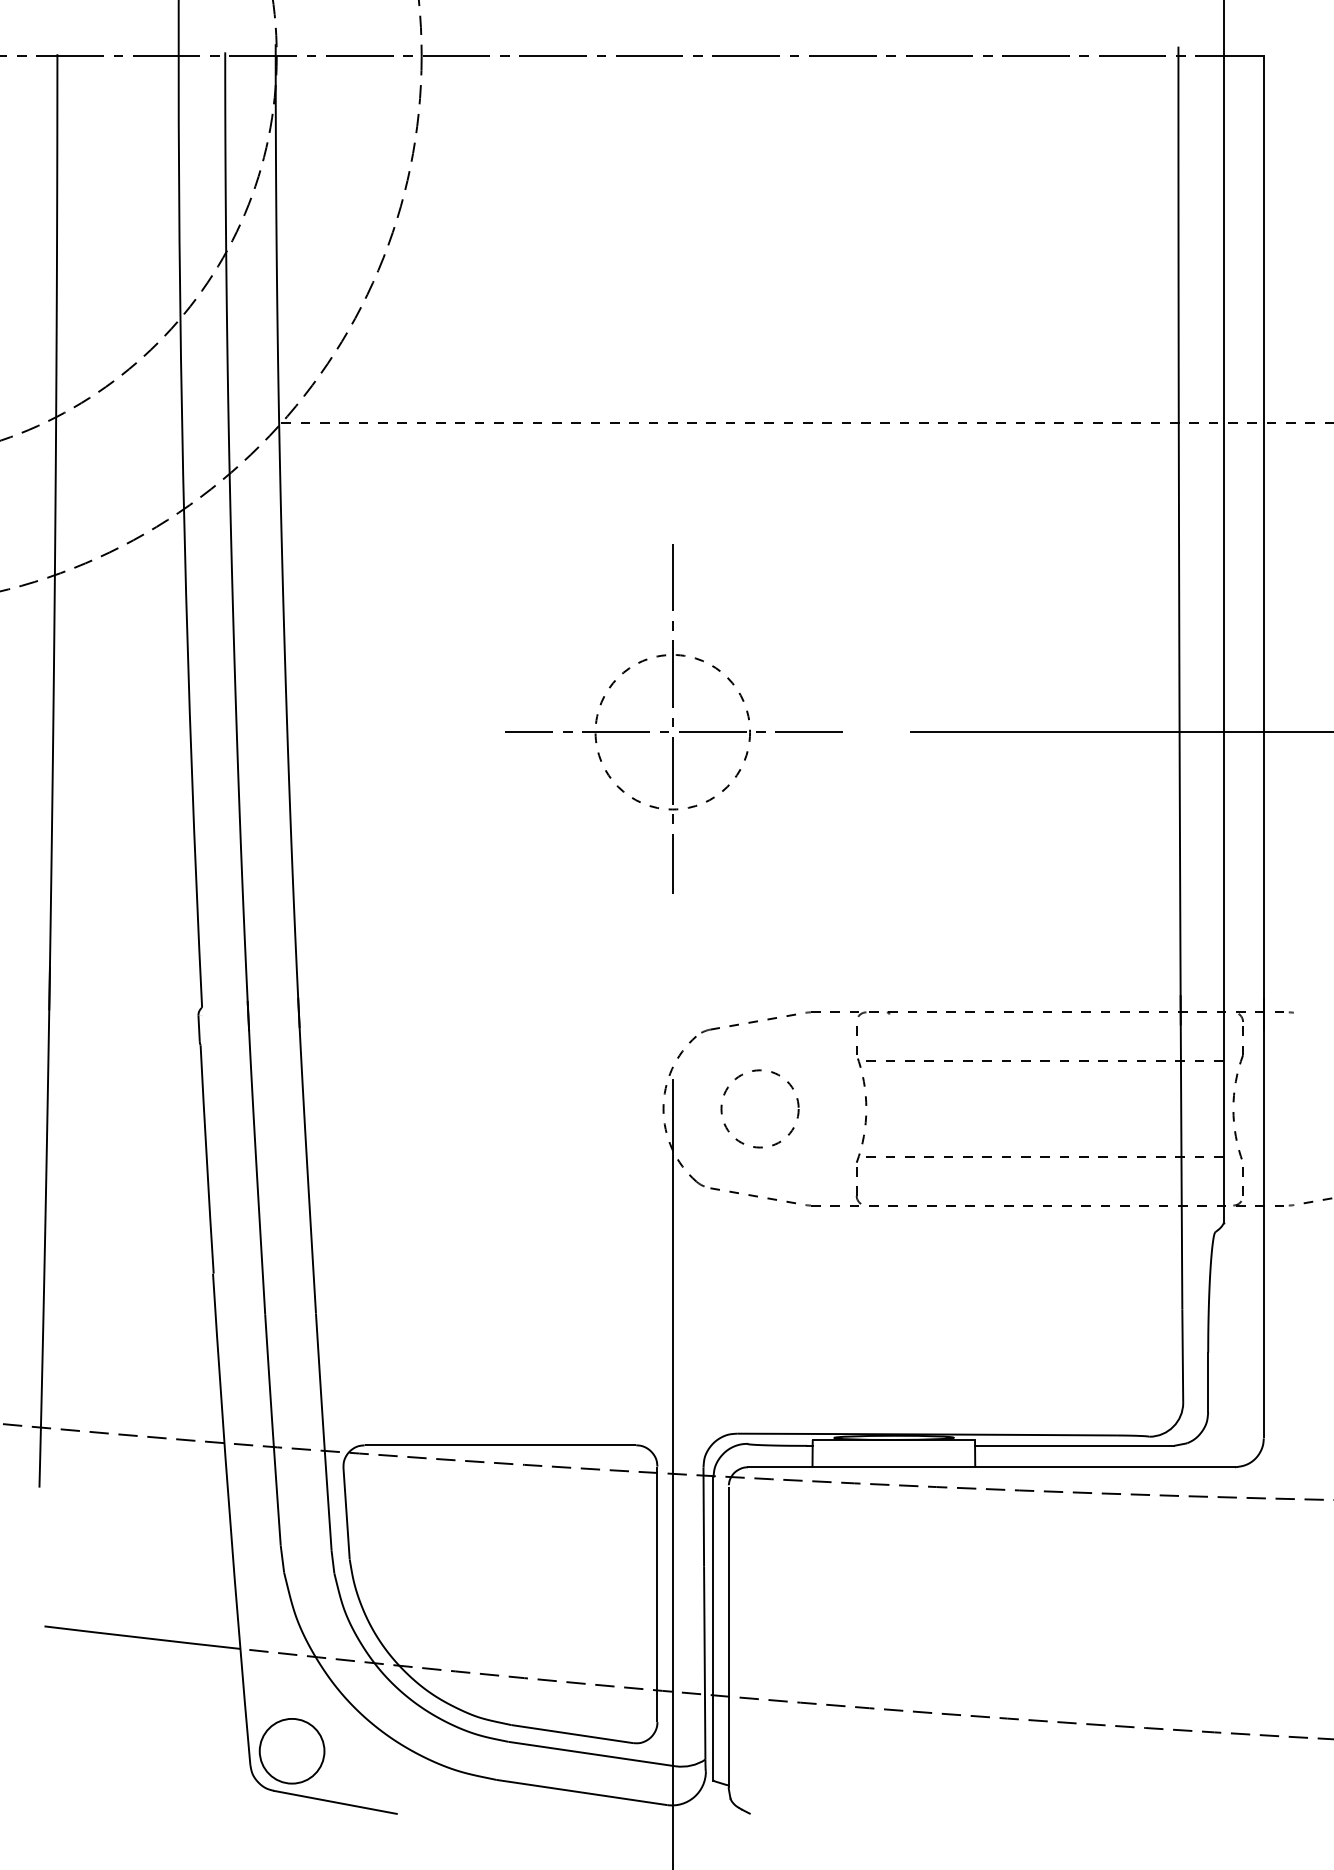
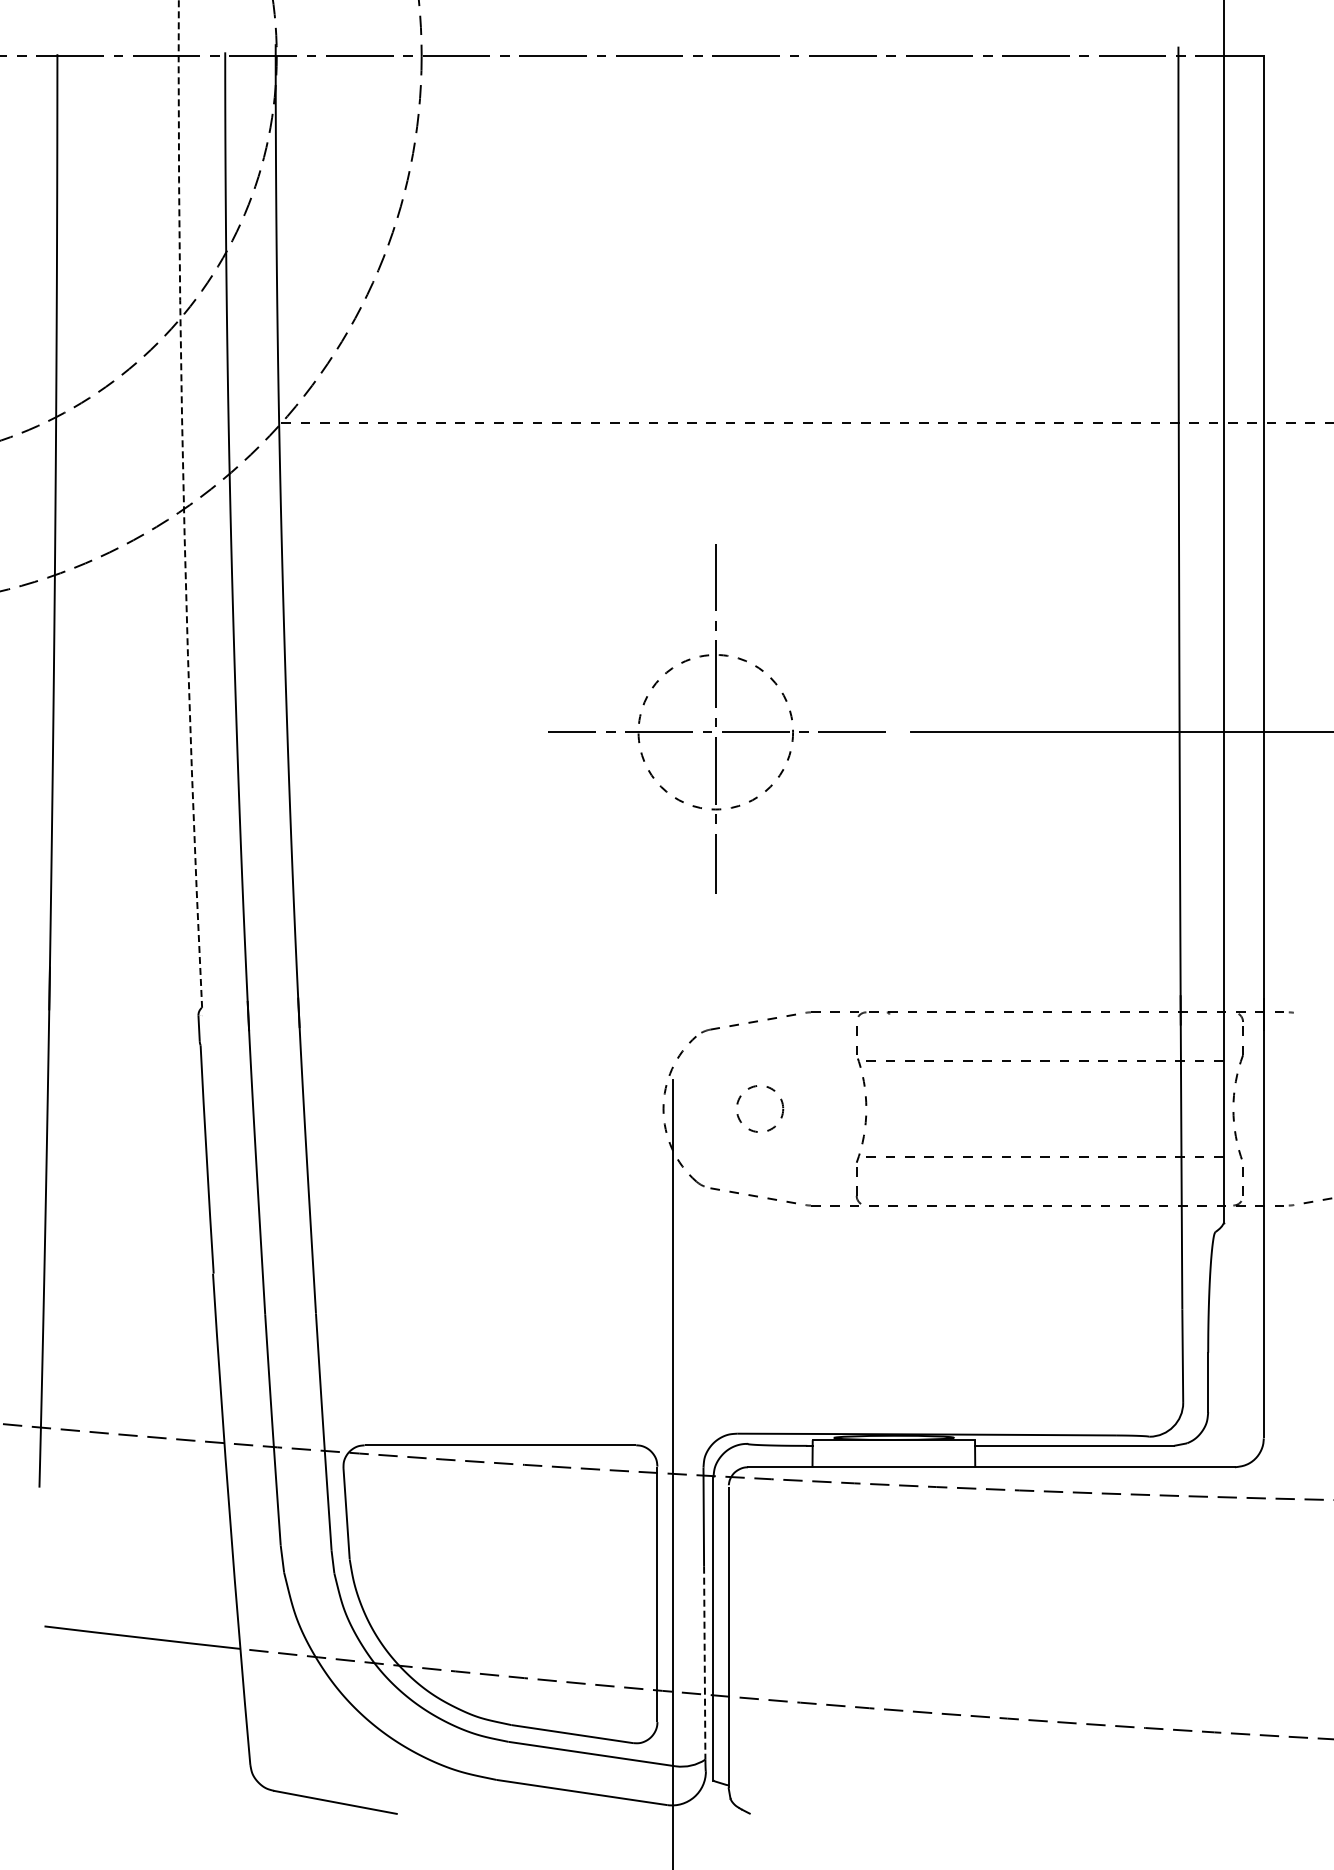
arc at (183, 505): solid -> dashed
part at (673, 718) position: (673, 718) -> (716, 718)
circle at (759, 1108) size: 80x80 px -> 49x48 px
line at (704, 1663): solid -> dashed
circle at (291, 1751): present -> none
